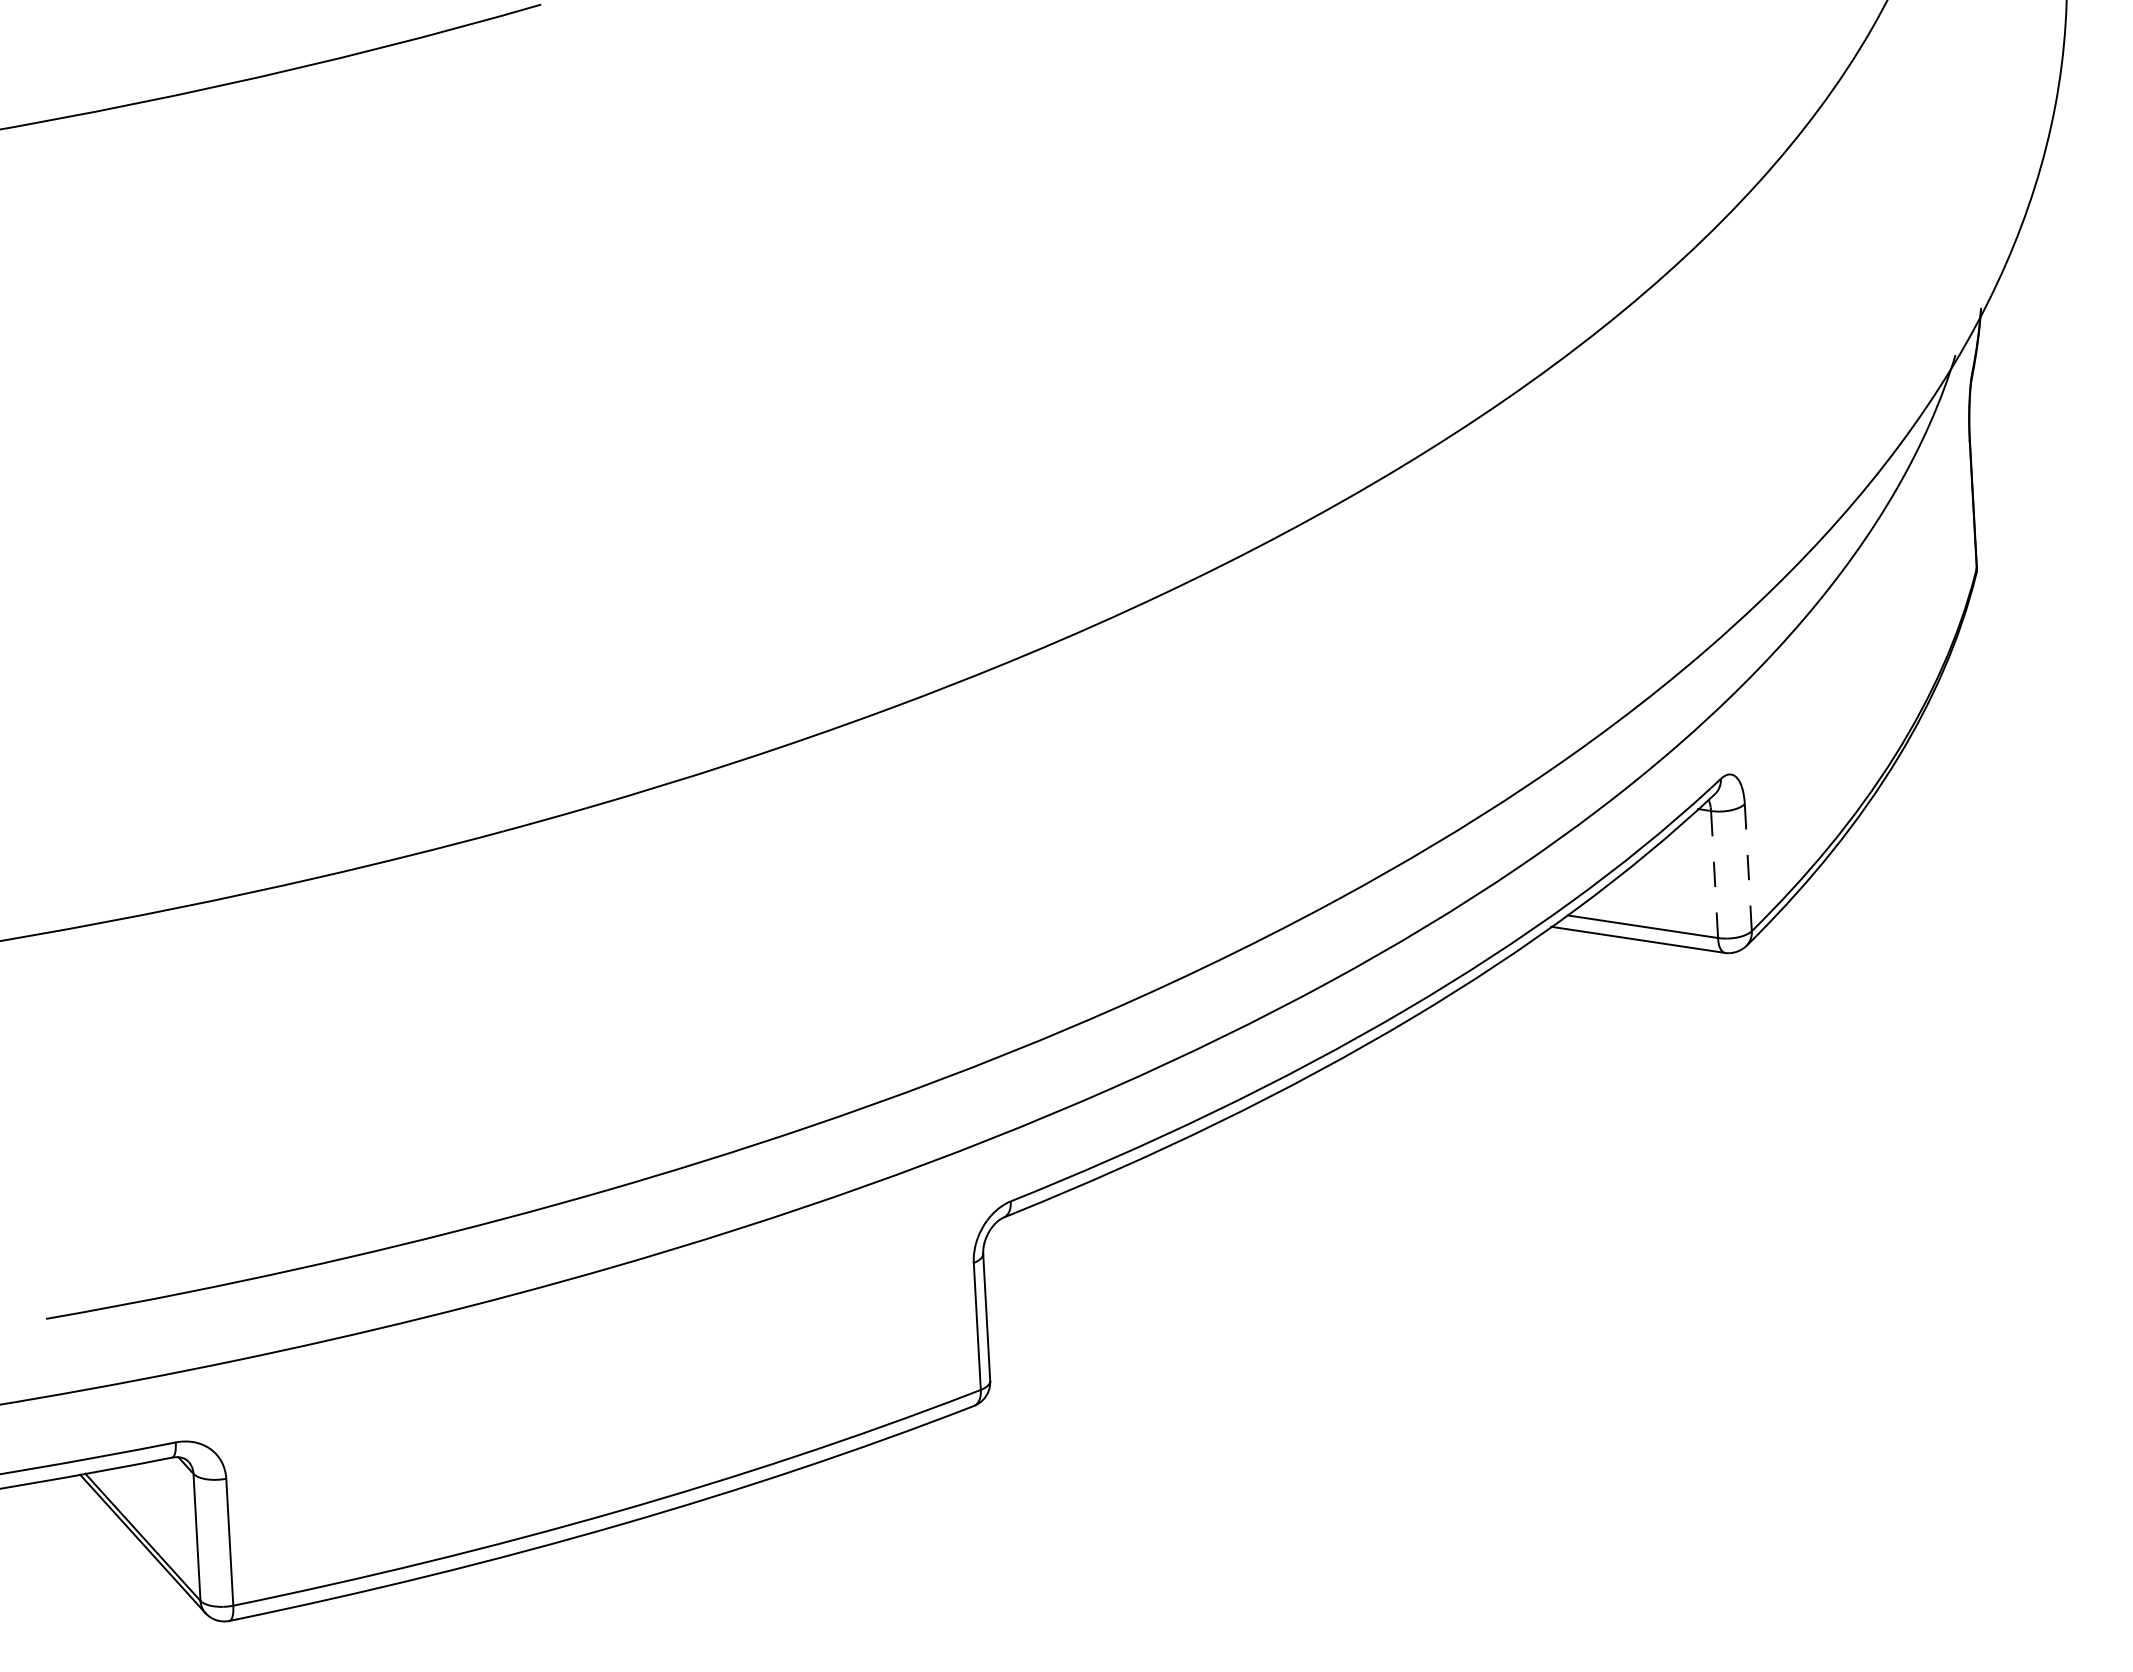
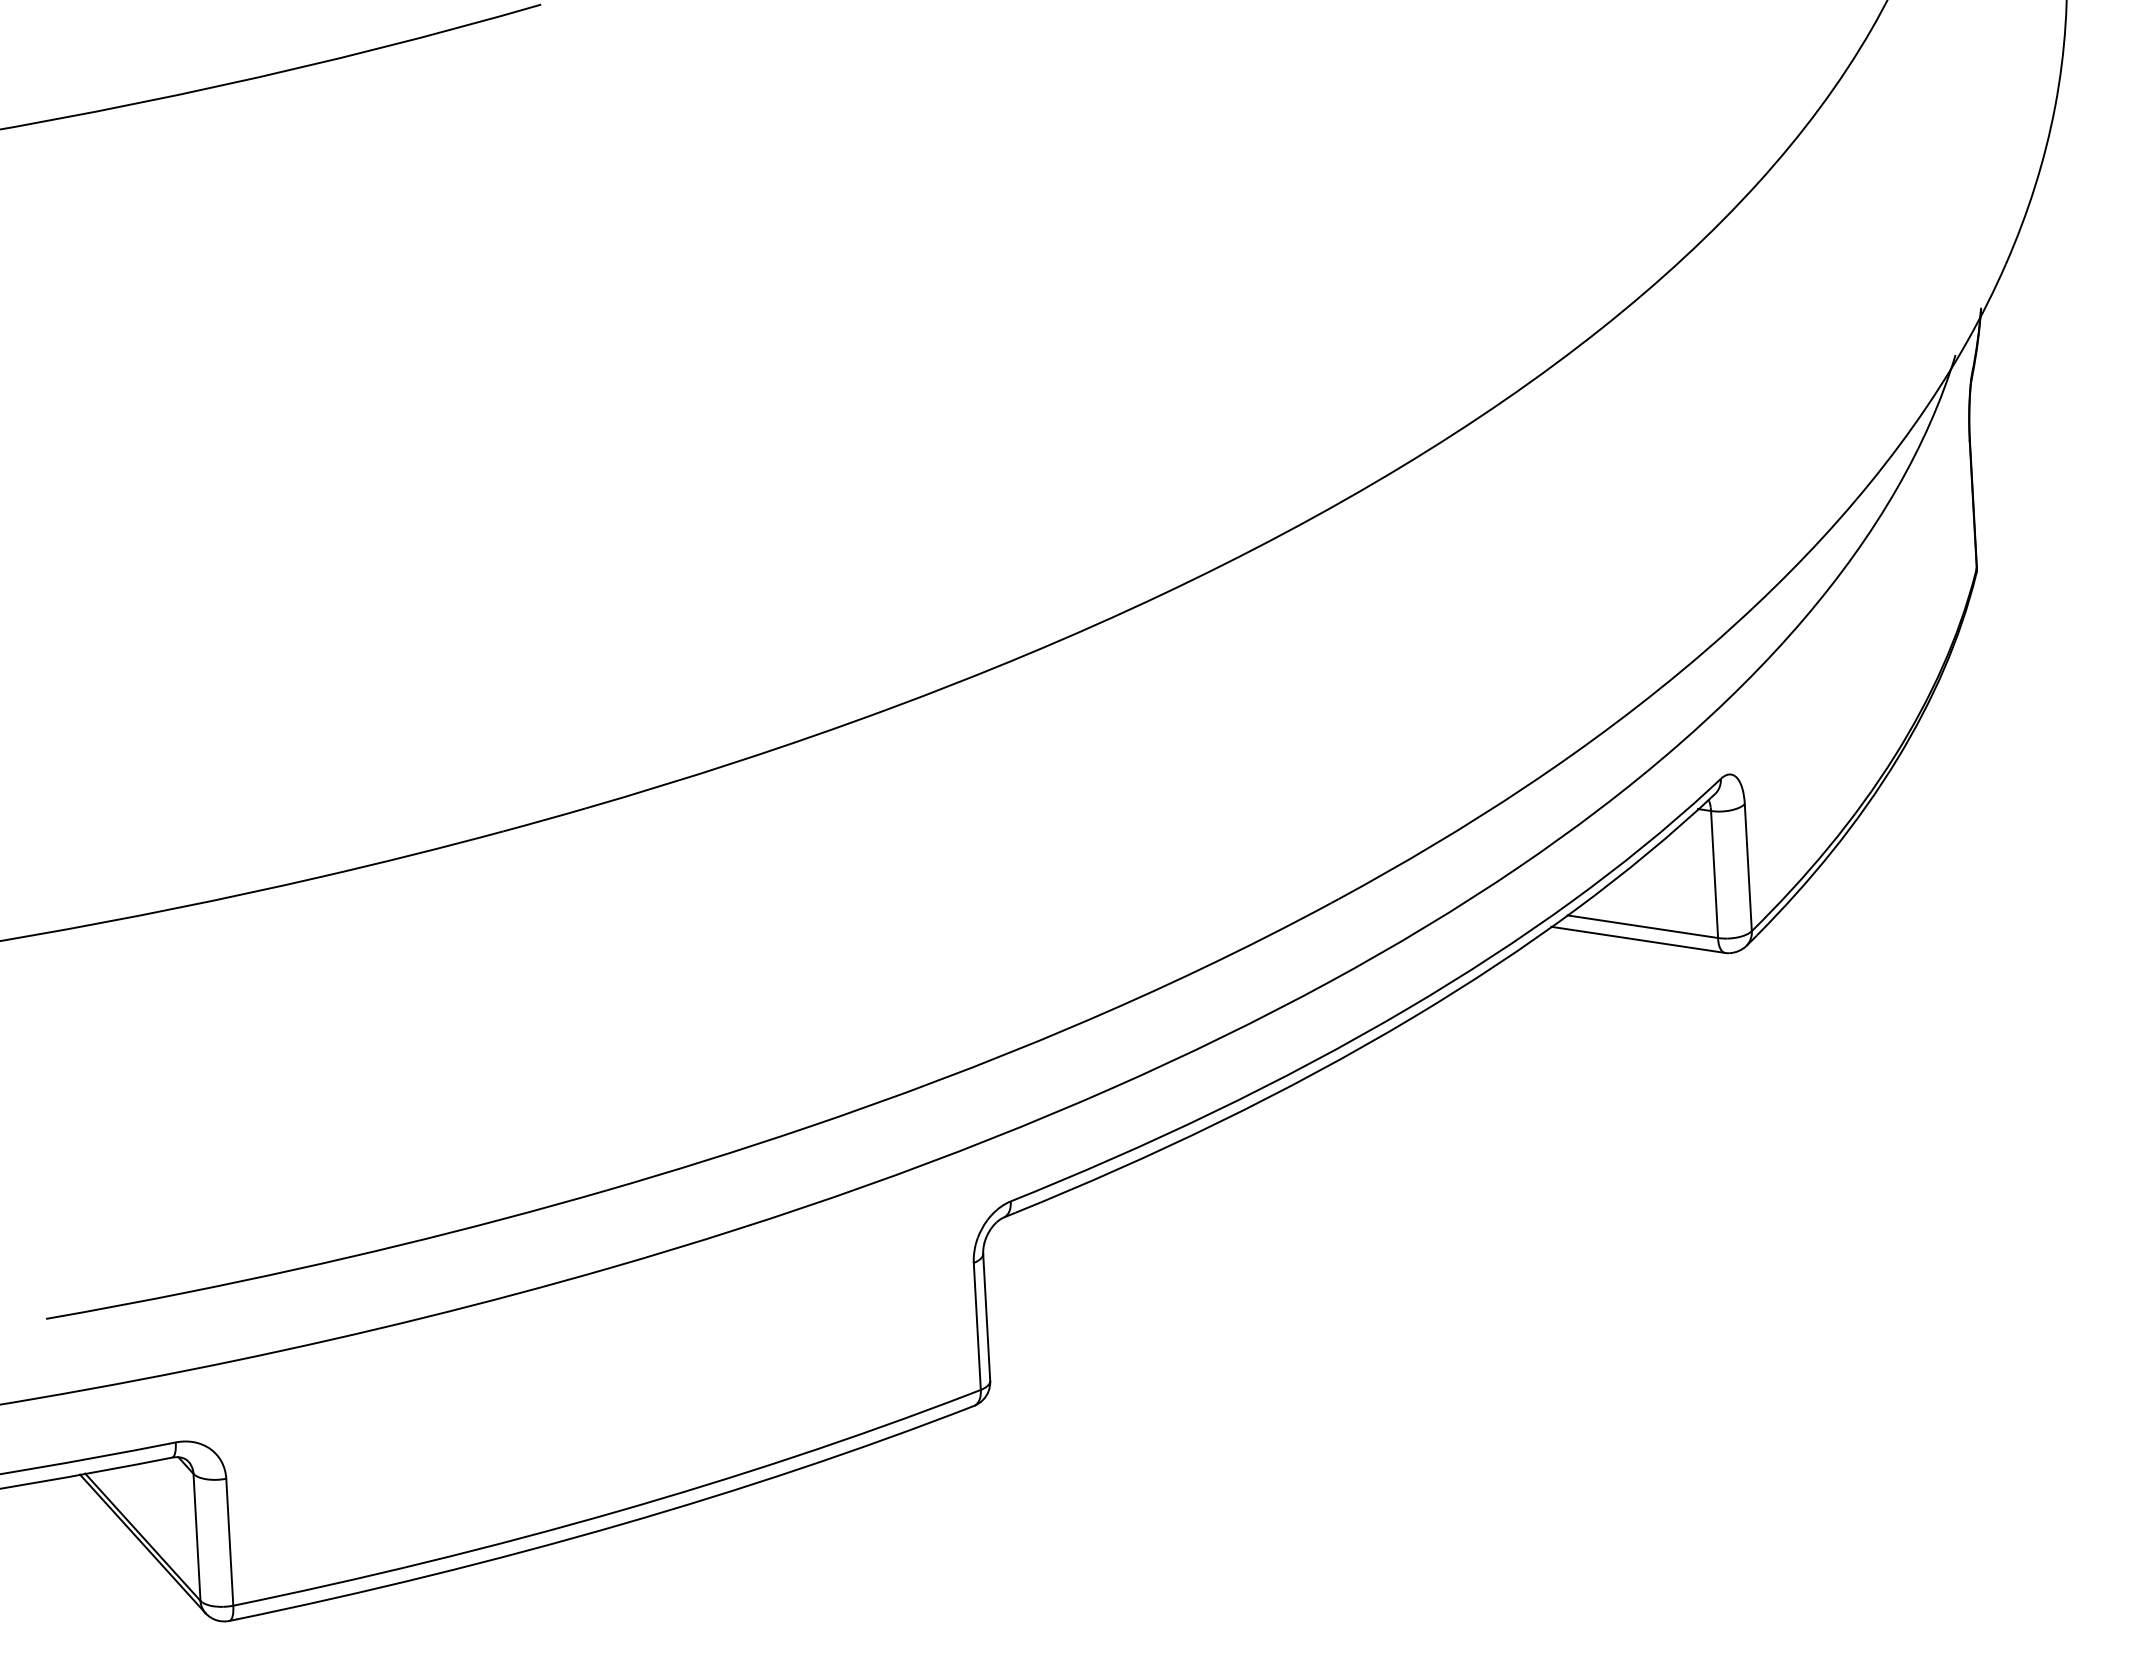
line at (1748, 867): dashed -> solid
line at (1714, 874): dashed -> solid
